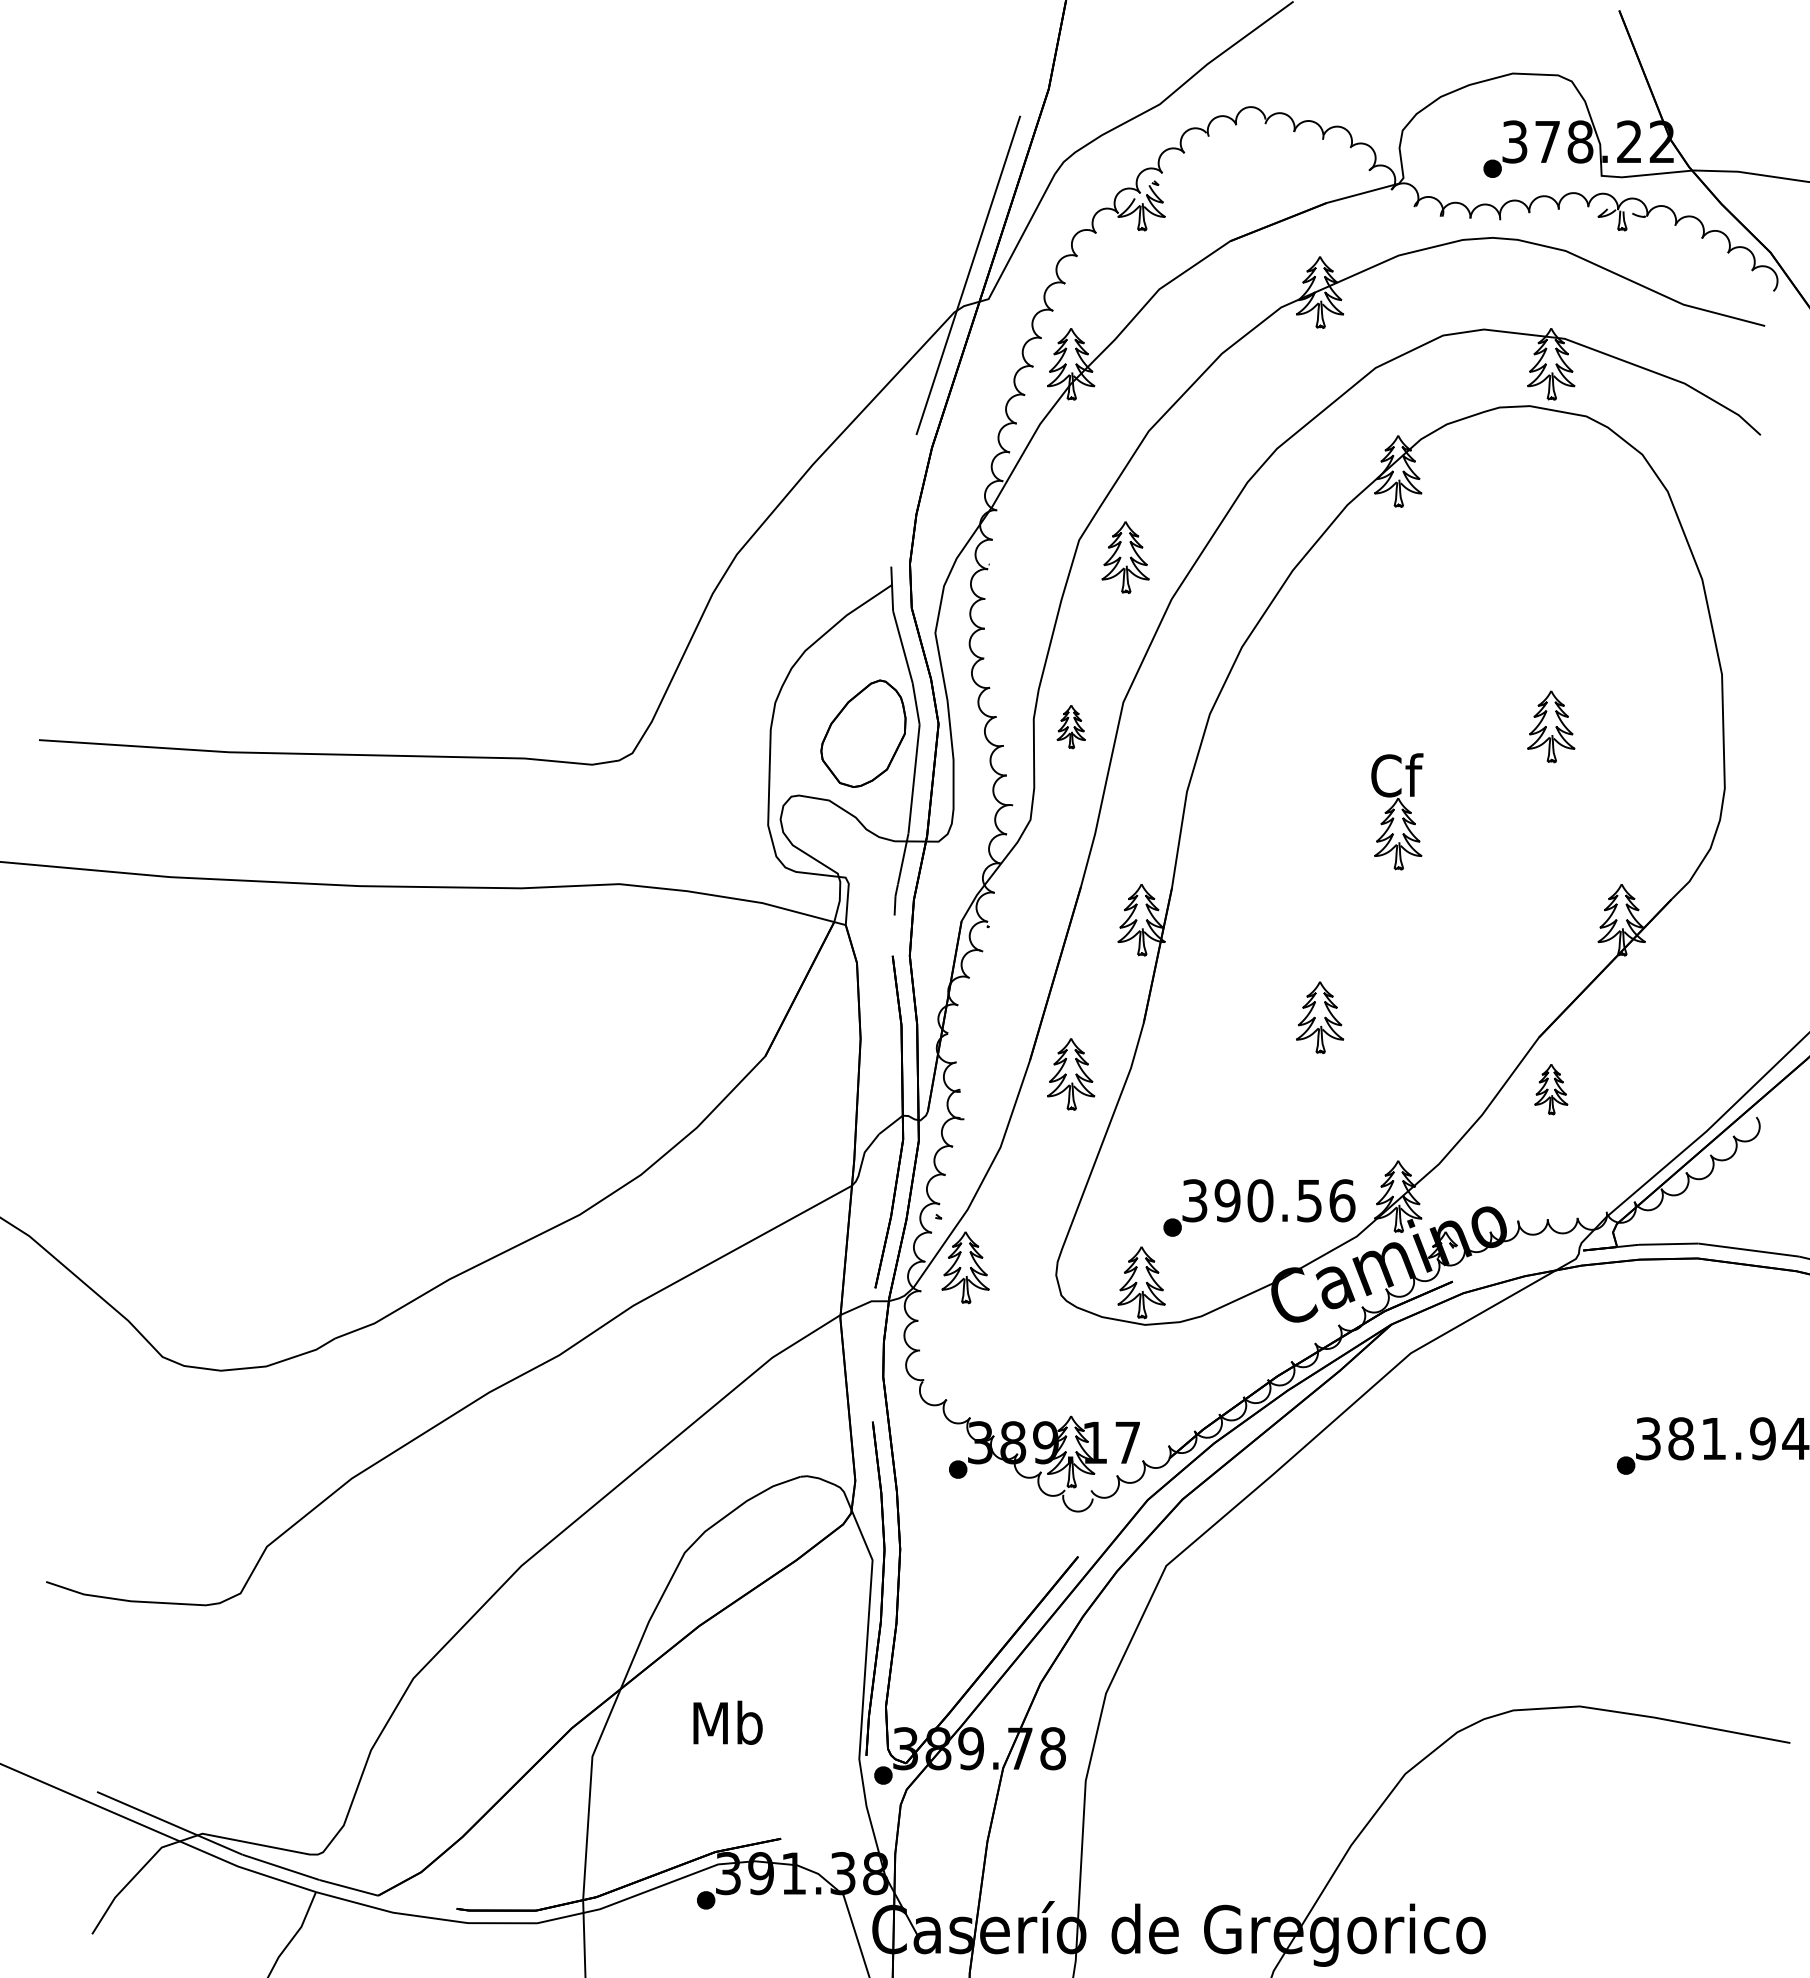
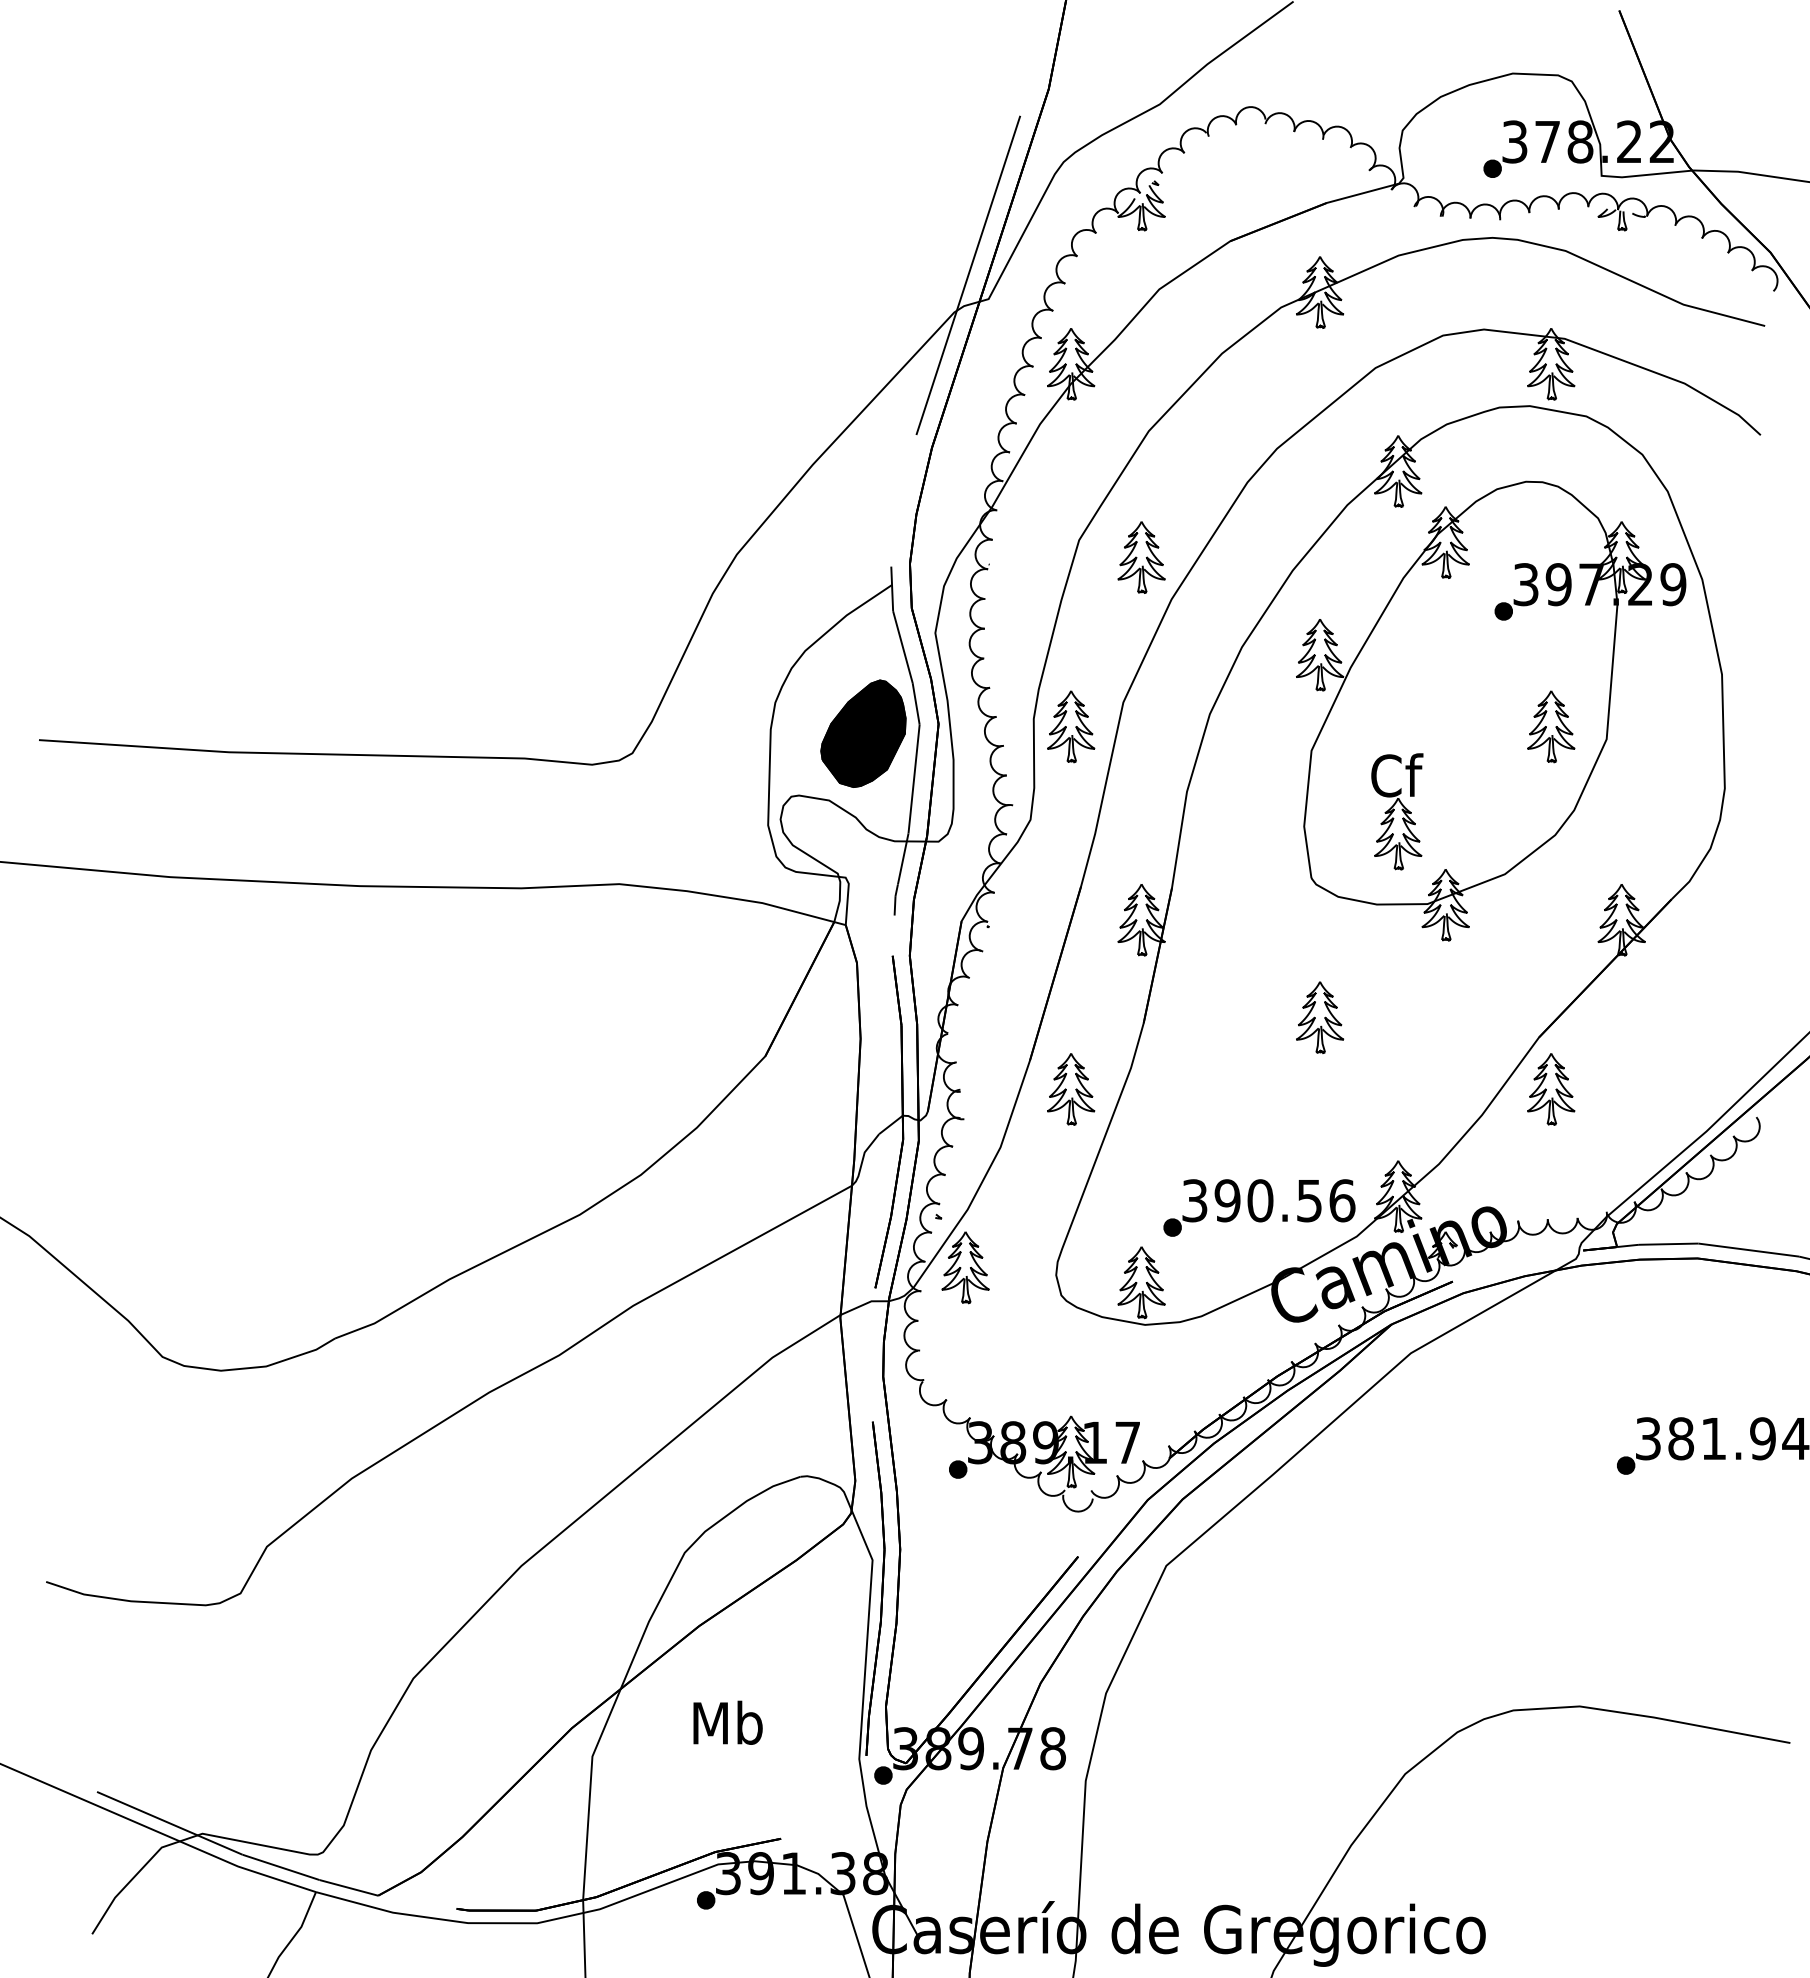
part at (1125, 557) position: (1125, 557) -> (1141, 557)
part at (1491, 710): none -> present
part at (1070, 727) size: 30x45 px -> 49x74 px
fill at (863, 733): none -> present
part at (1071, 1074) position: (1071, 1074) -> (1071, 1089)
part at (1551, 1089) size: 35x52 px -> 49x73 px
